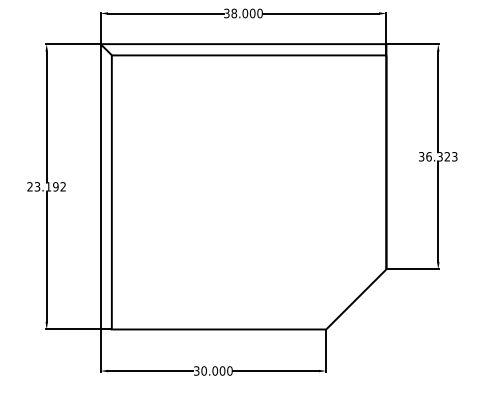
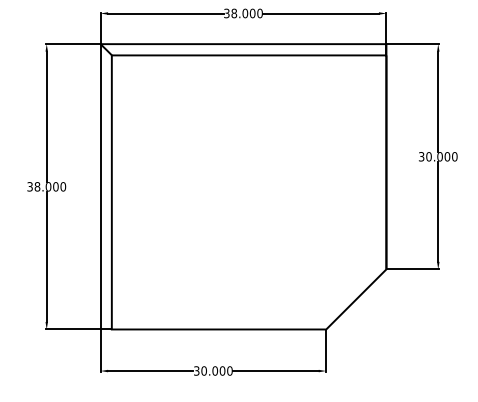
text at (441, 156): 36.323 -> 30.000
text at (46, 186): 23.192 -> 38.000
